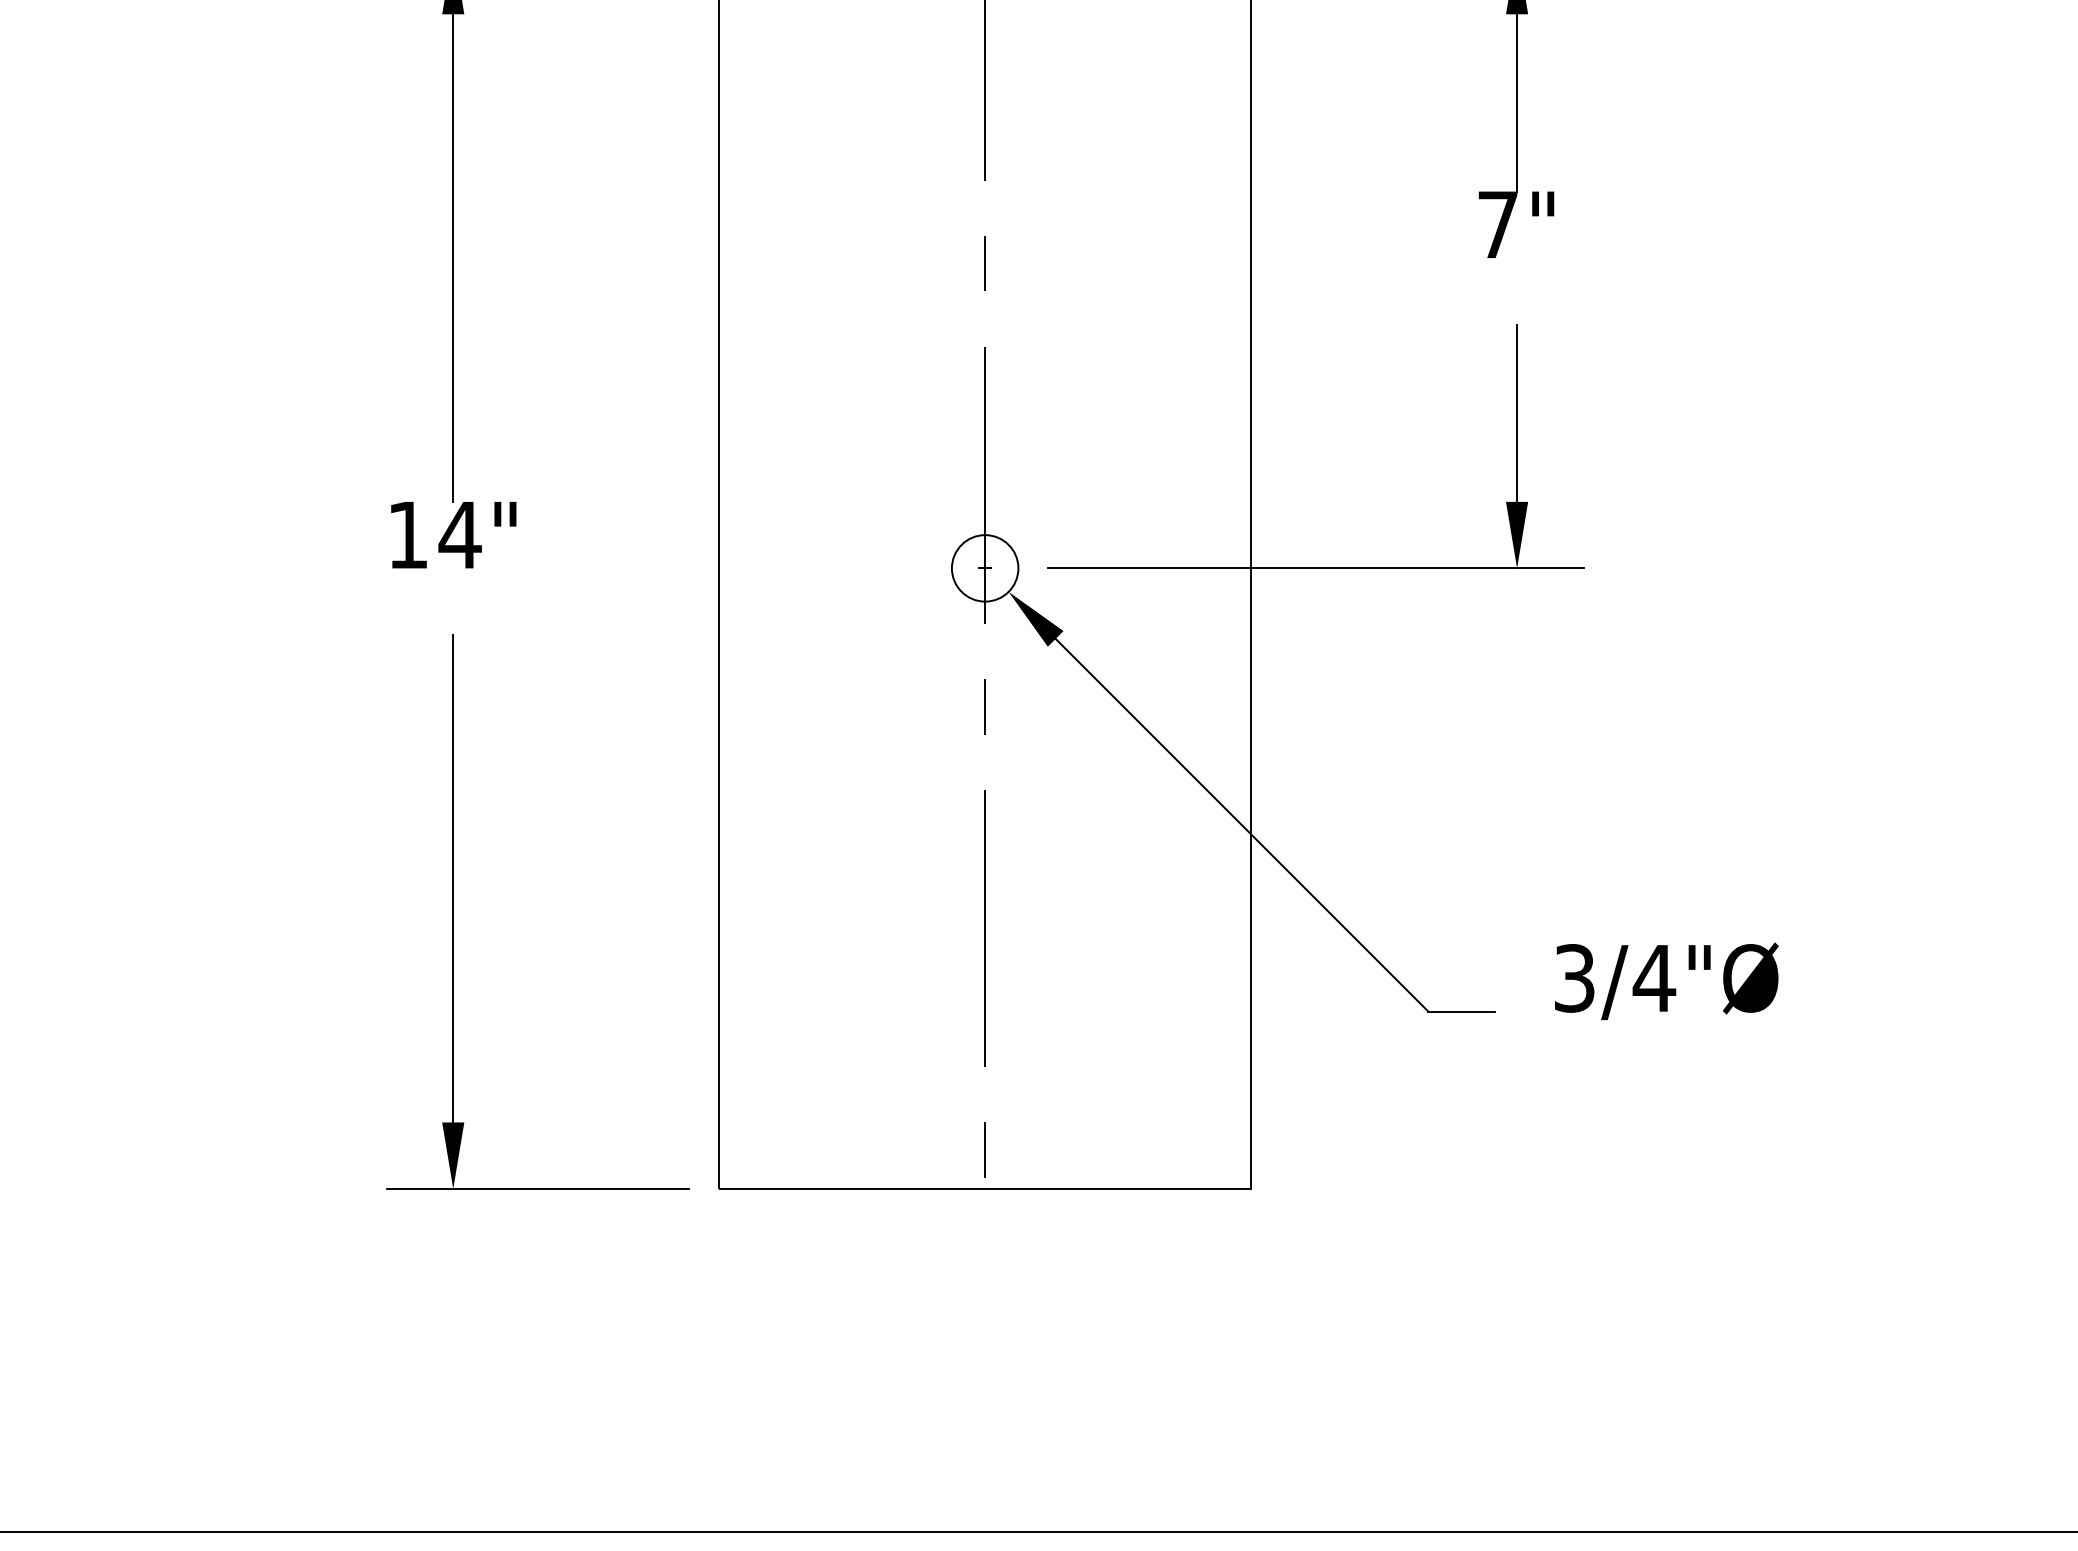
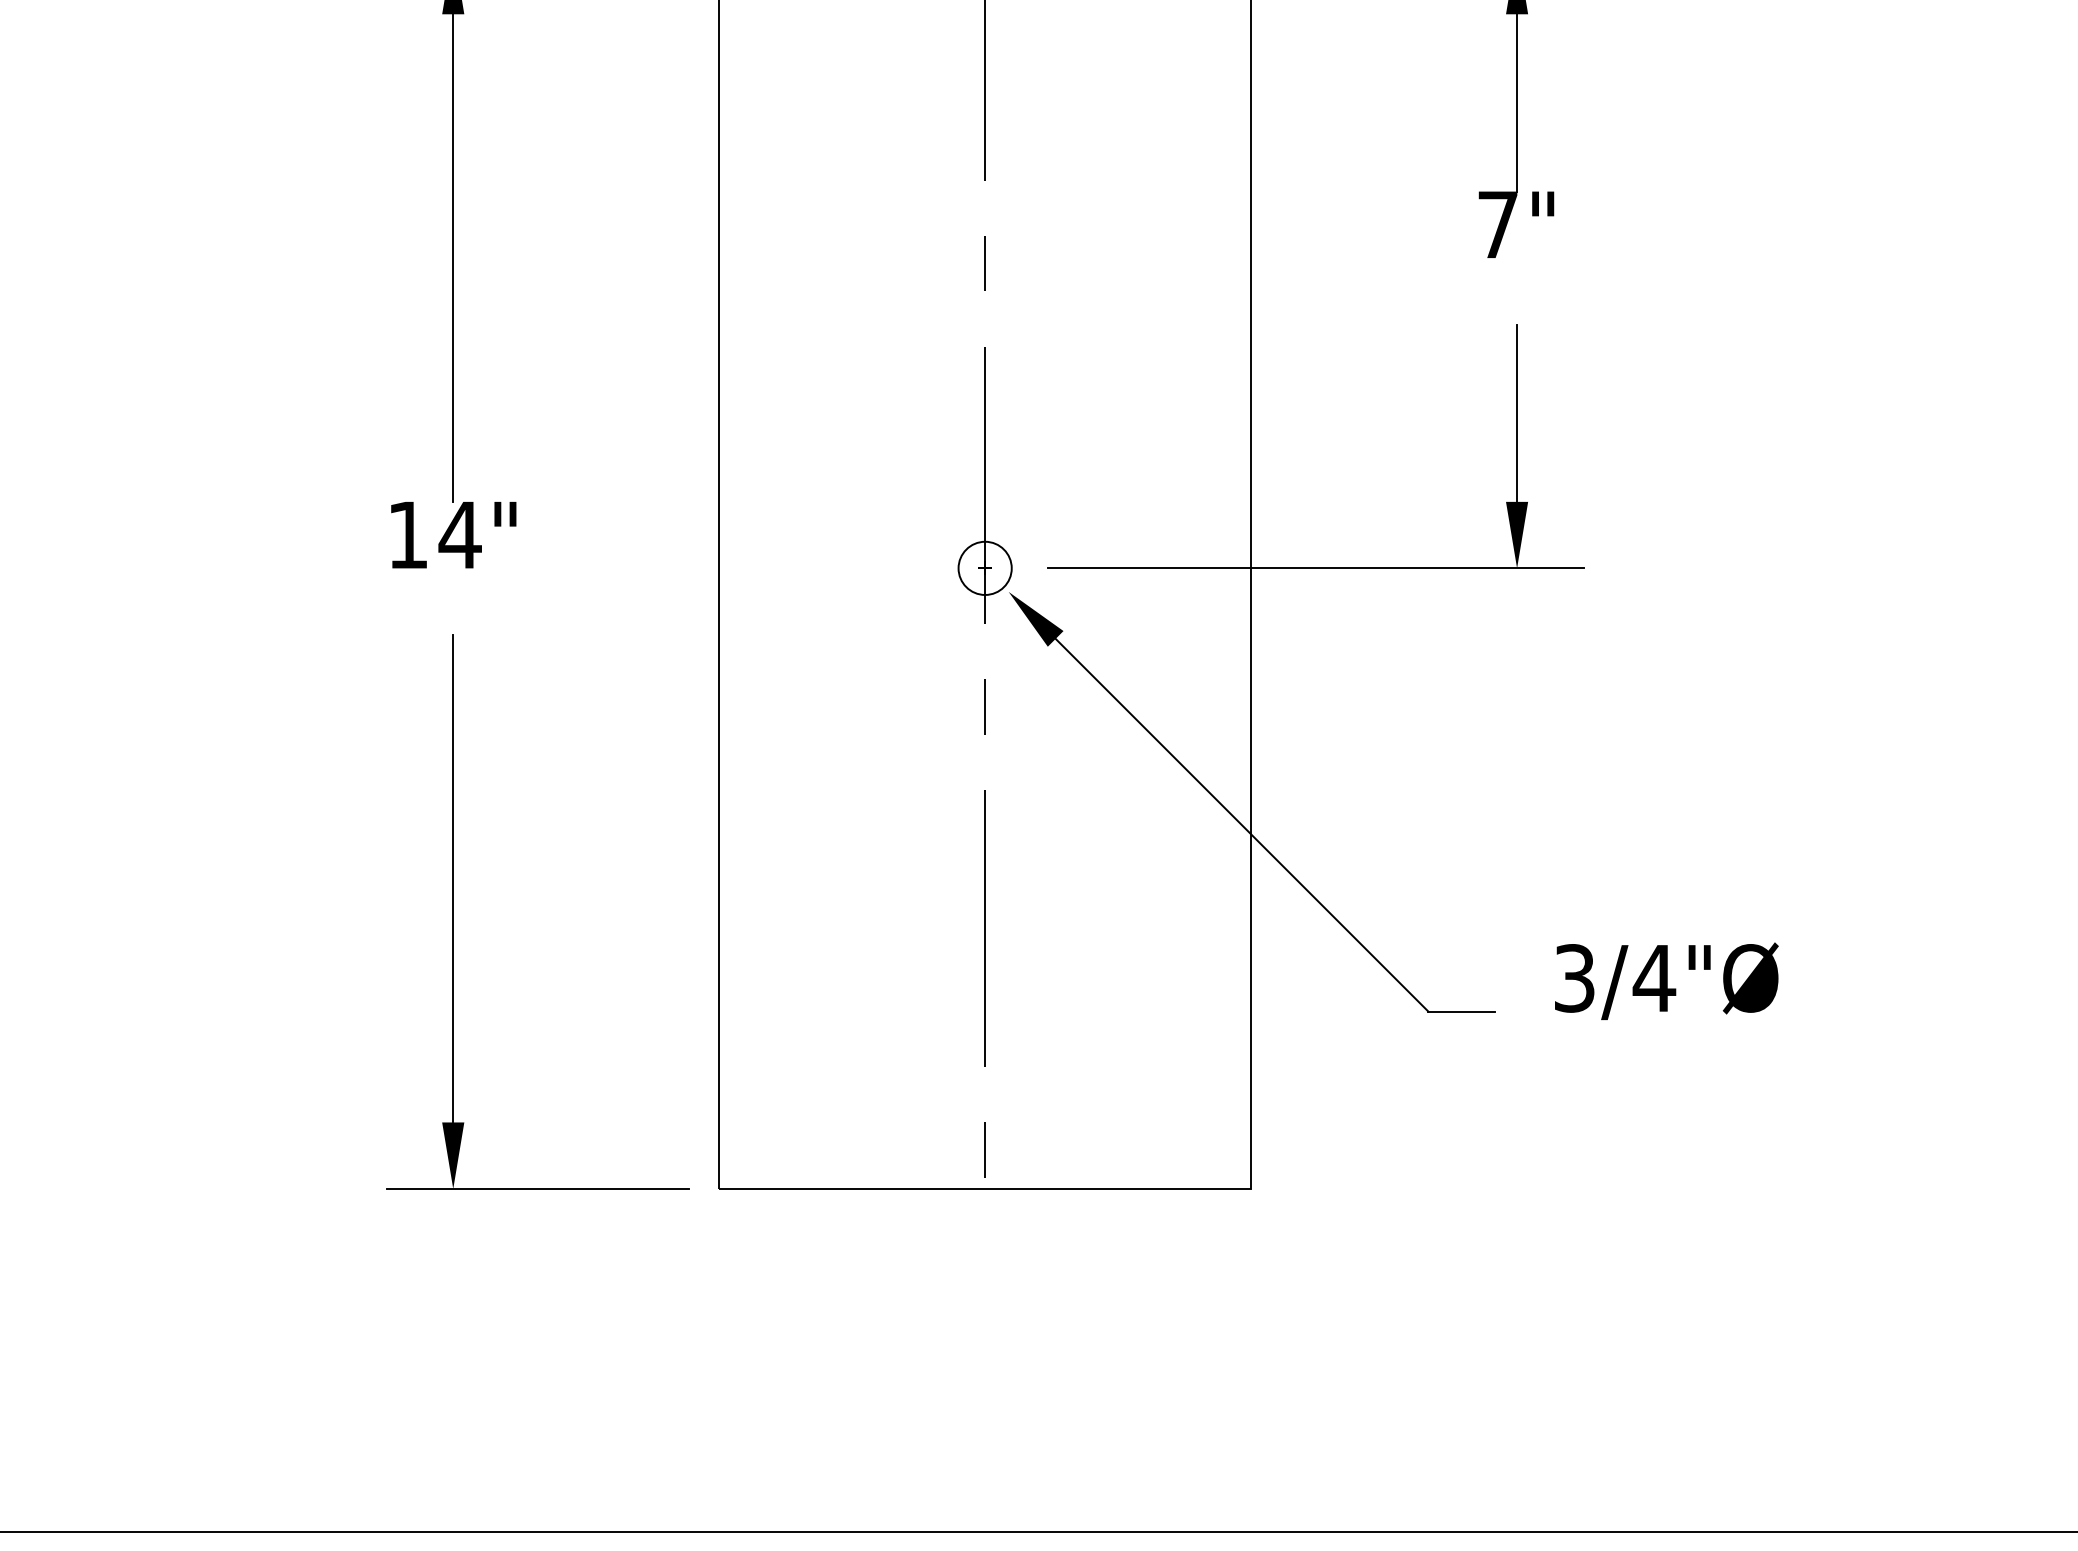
circle at (984, 568) diameter: 66 px -> 53 px
